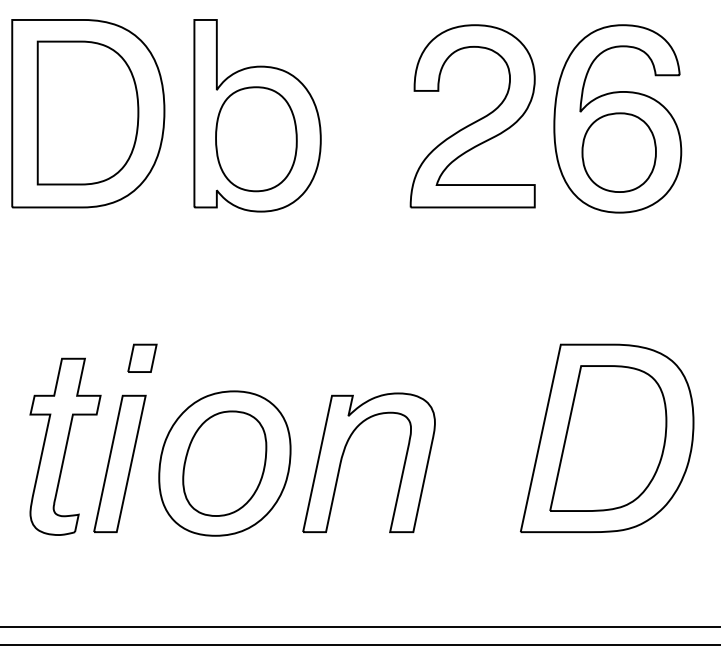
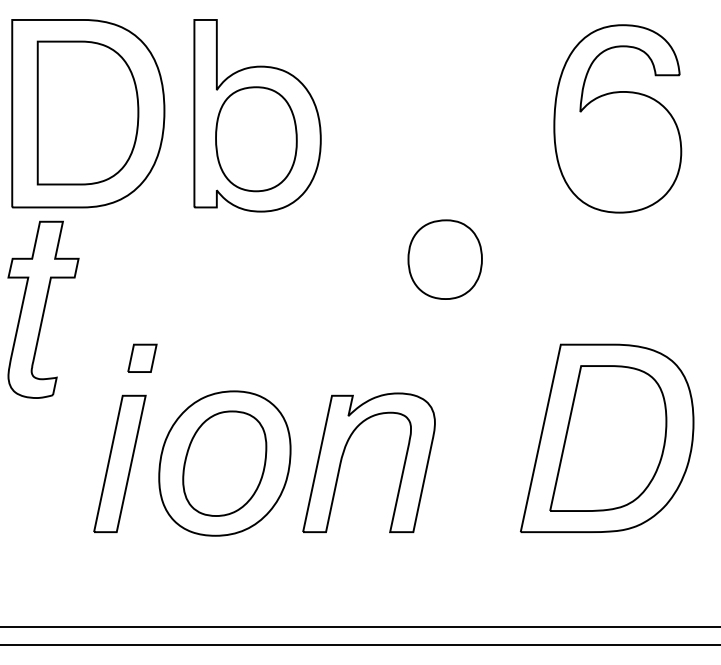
part at (472, 116): present -> none
part at (618, 152) position: (618, 152) -> (444, 259)
part at (65, 446) position: (65, 446) -> (43, 309)
